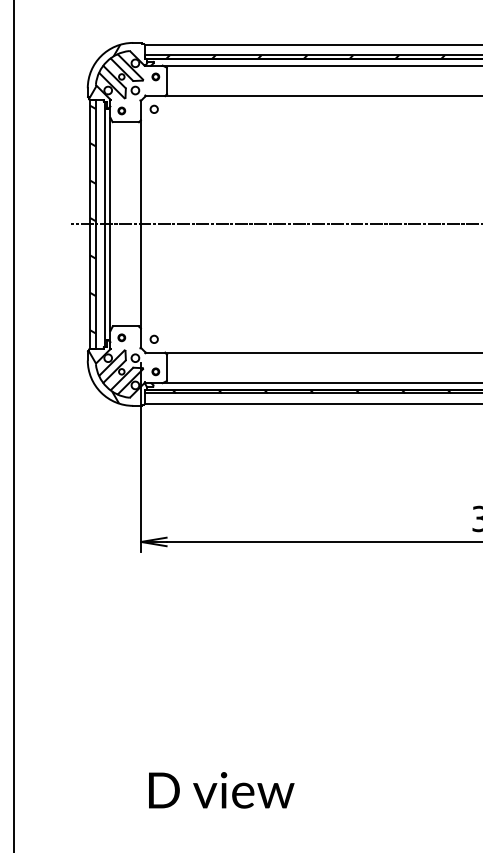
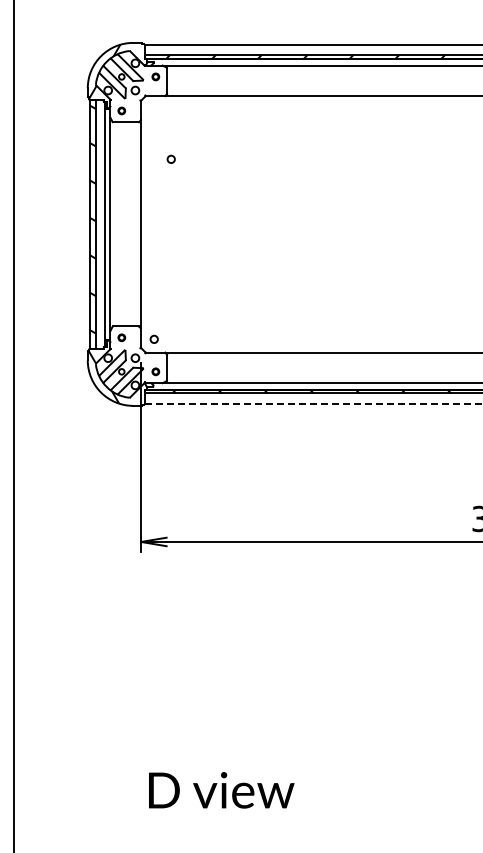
circle at (153, 108) position: (153, 108) -> (170, 158)
line at (274, 224): present -> none
line at (313, 403): solid -> dashed
